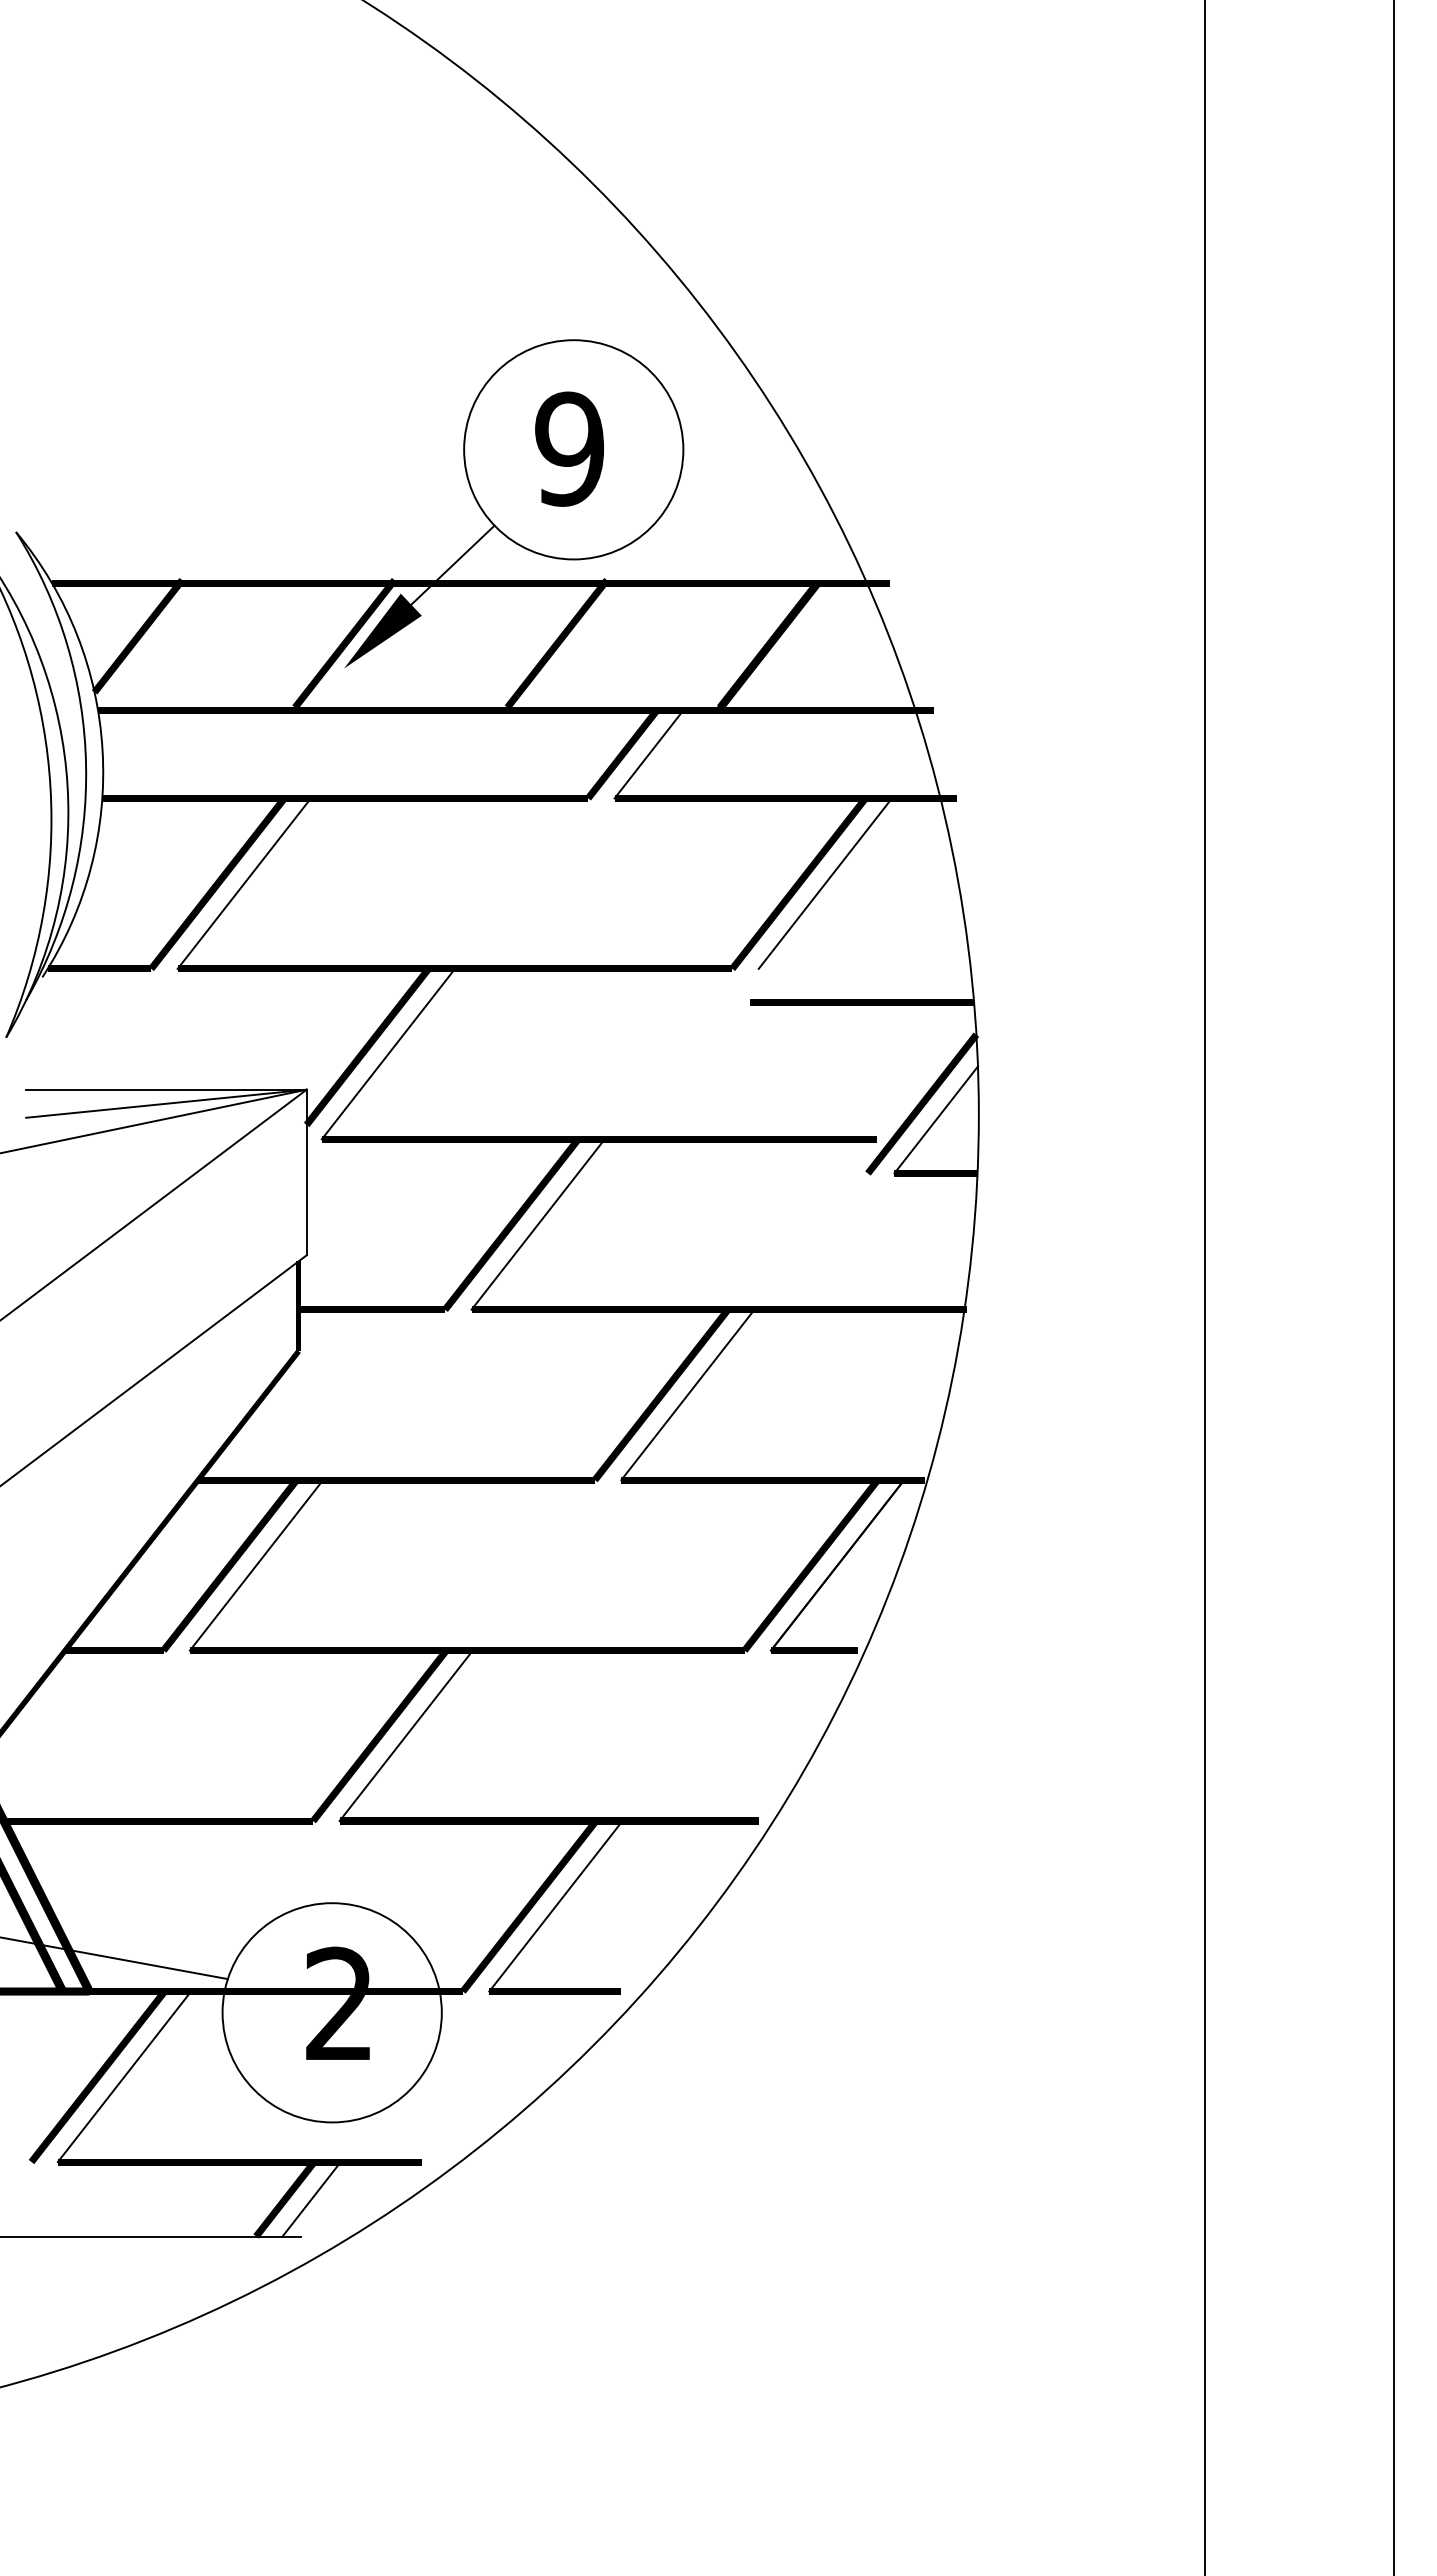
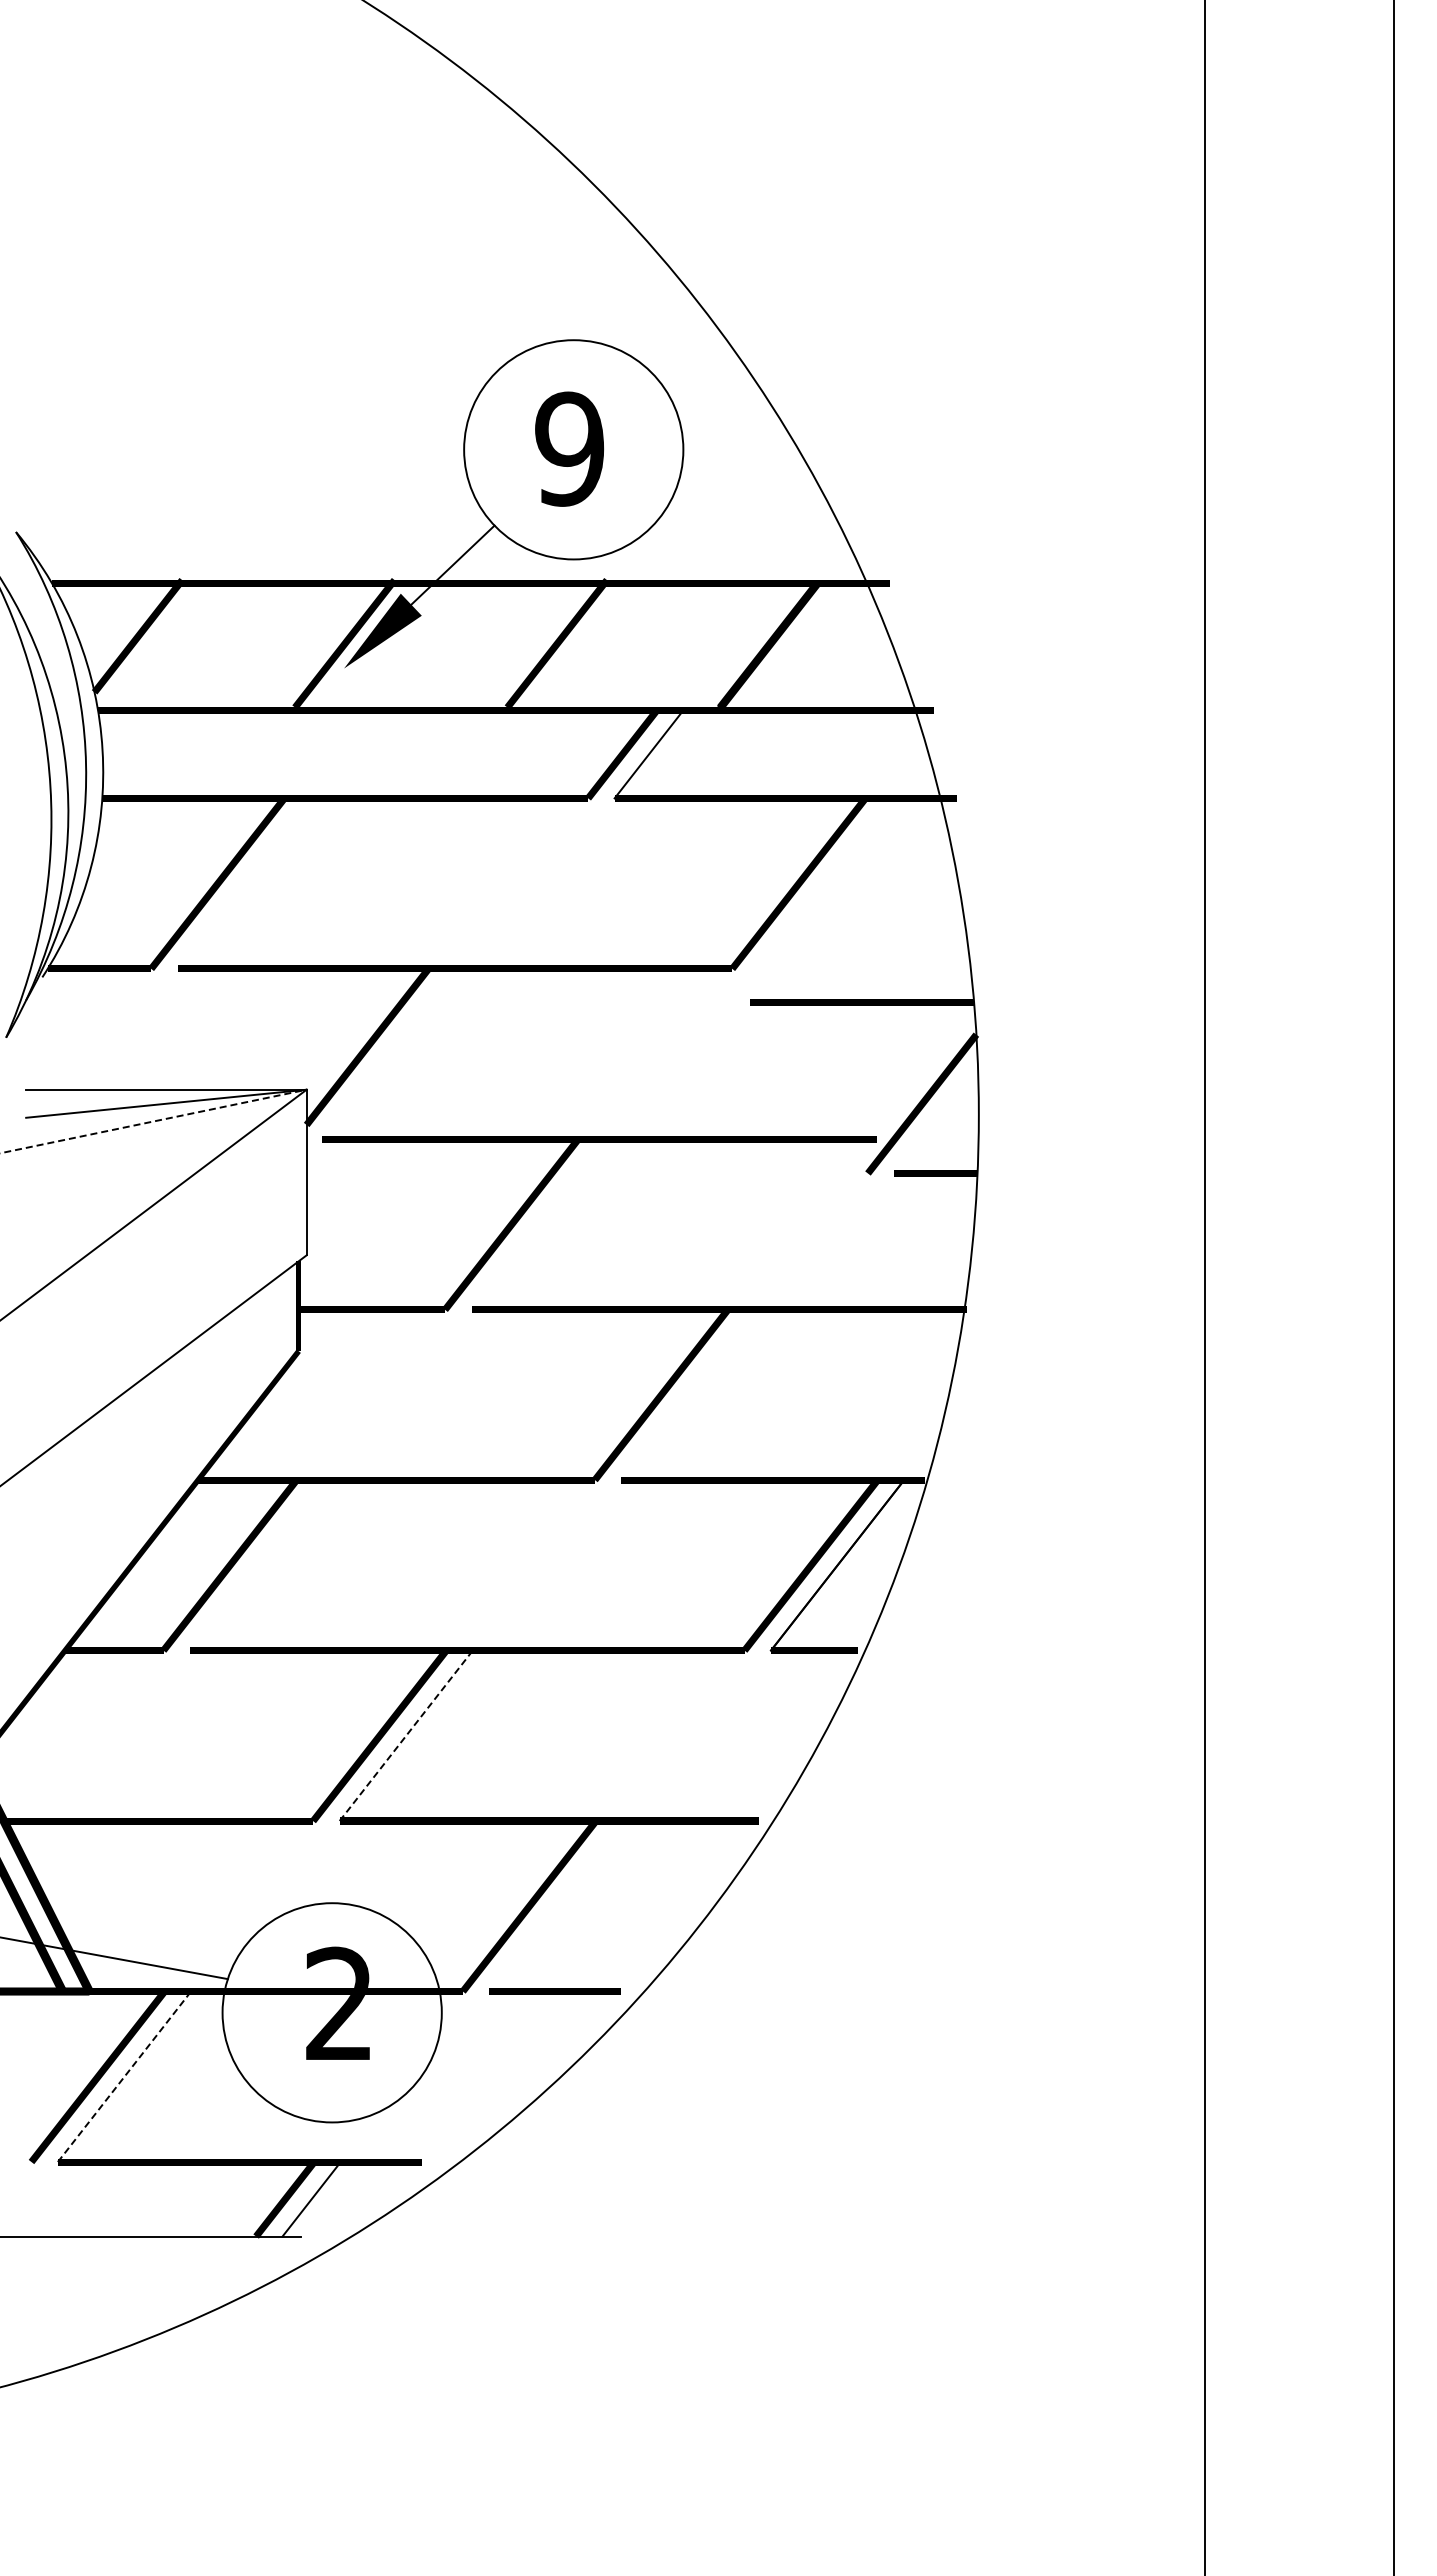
line at (243, 883): present -> none
line at (824, 883): present -> none
line at (387, 1053): present -> none
line at (935, 1119): present -> none
line at (153, 1121): solid -> dashed
line at (537, 1224): present -> none
line at (687, 1394): present -> none
line at (256, 1565): present -> none
line at (406, 1735): solid -> dashed
line at (555, 1906): present -> none
line at (124, 2076): solid -> dashed
